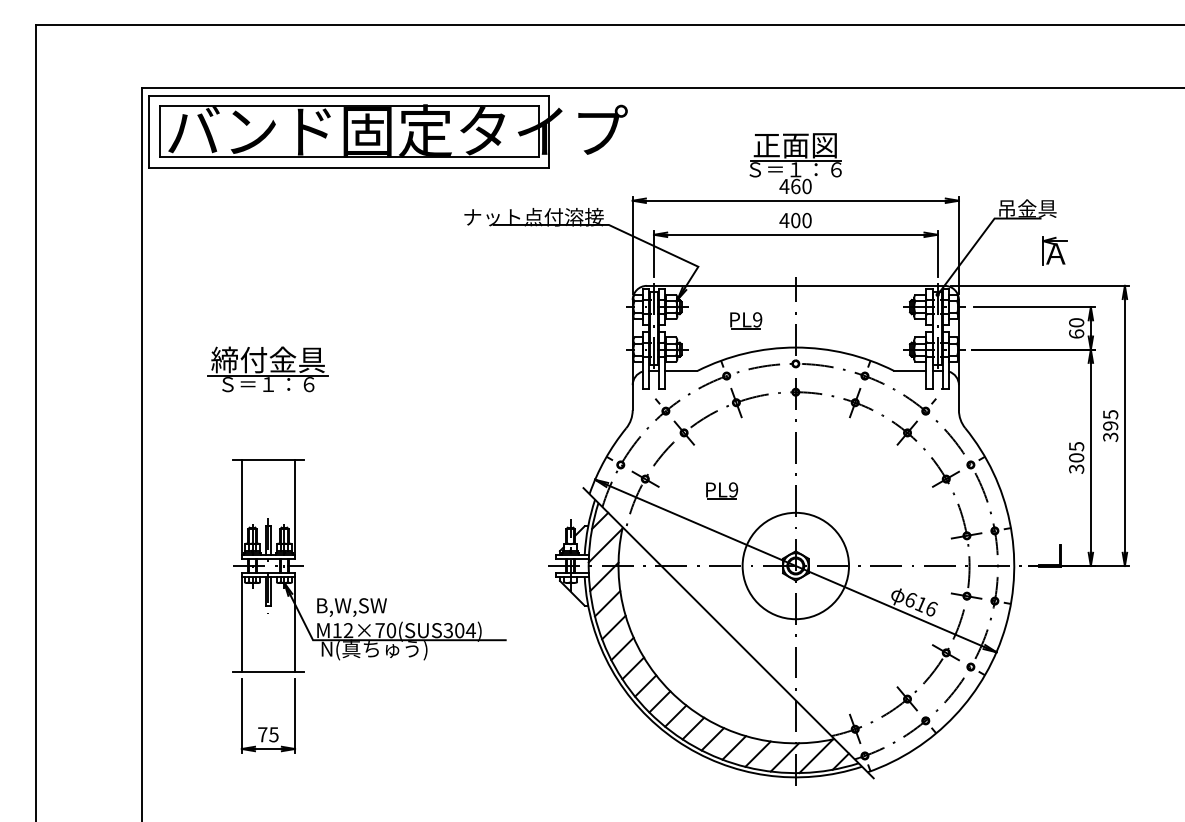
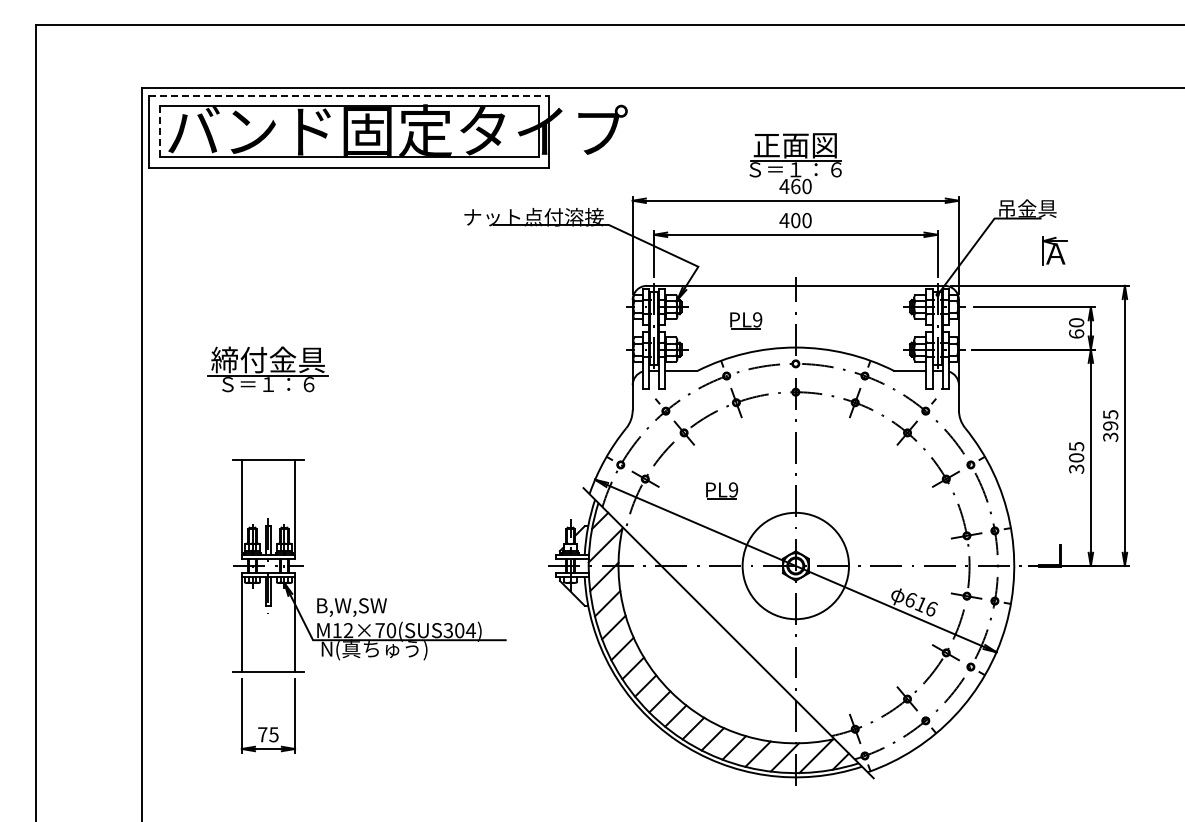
line at (349, 95): solid -> dashed
line at (160, 131): solid -> dashed
